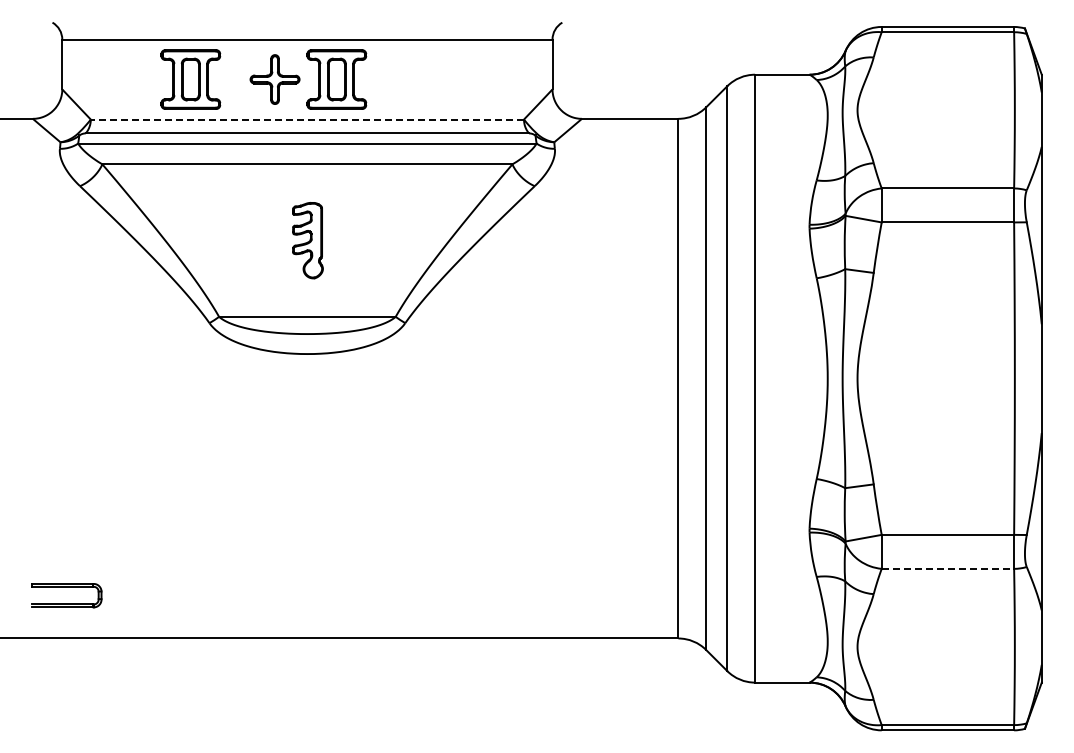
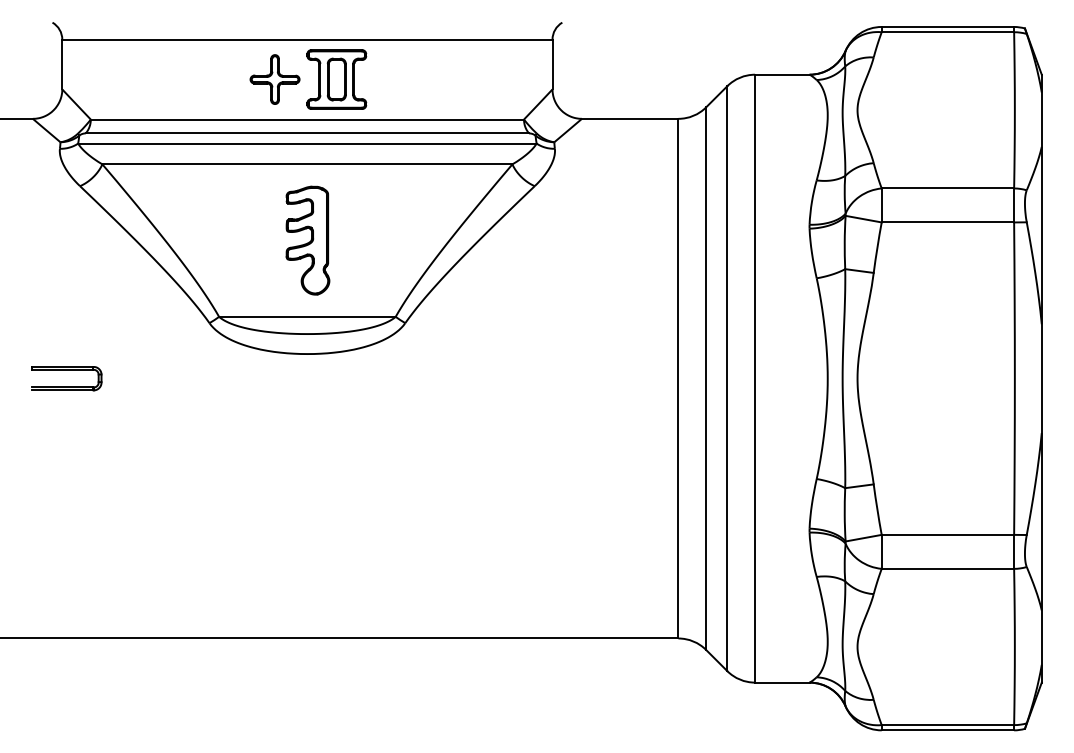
part at (190, 79): present -> none
line at (307, 119): dashed -> solid
part at (307, 240) size: 32x78 px -> 46x111 px
line at (948, 568): dashed -> solid
part at (66, 587) position: (66, 587) -> (66, 370)
